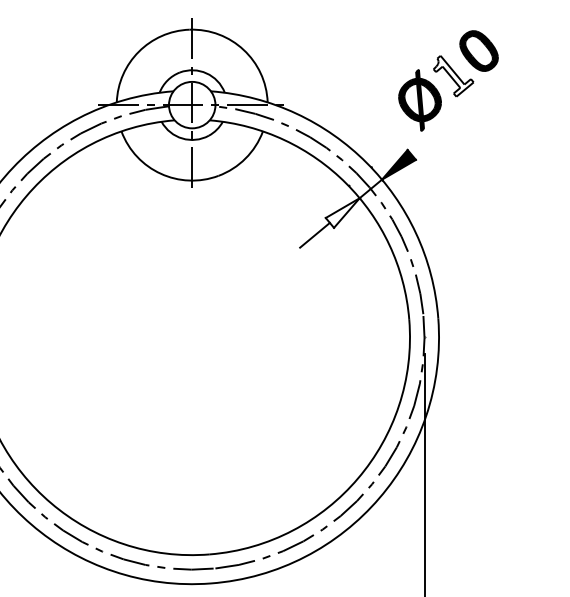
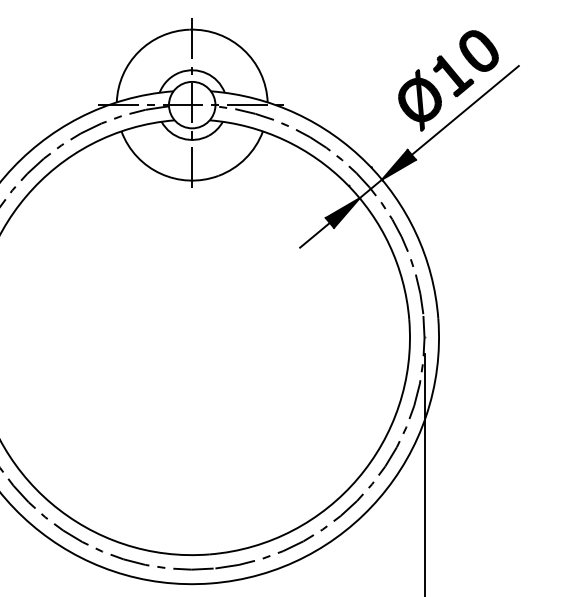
fill at (453, 75): none -> present
line at (464, 110): none -> present
fill at (342, 212): none -> present
